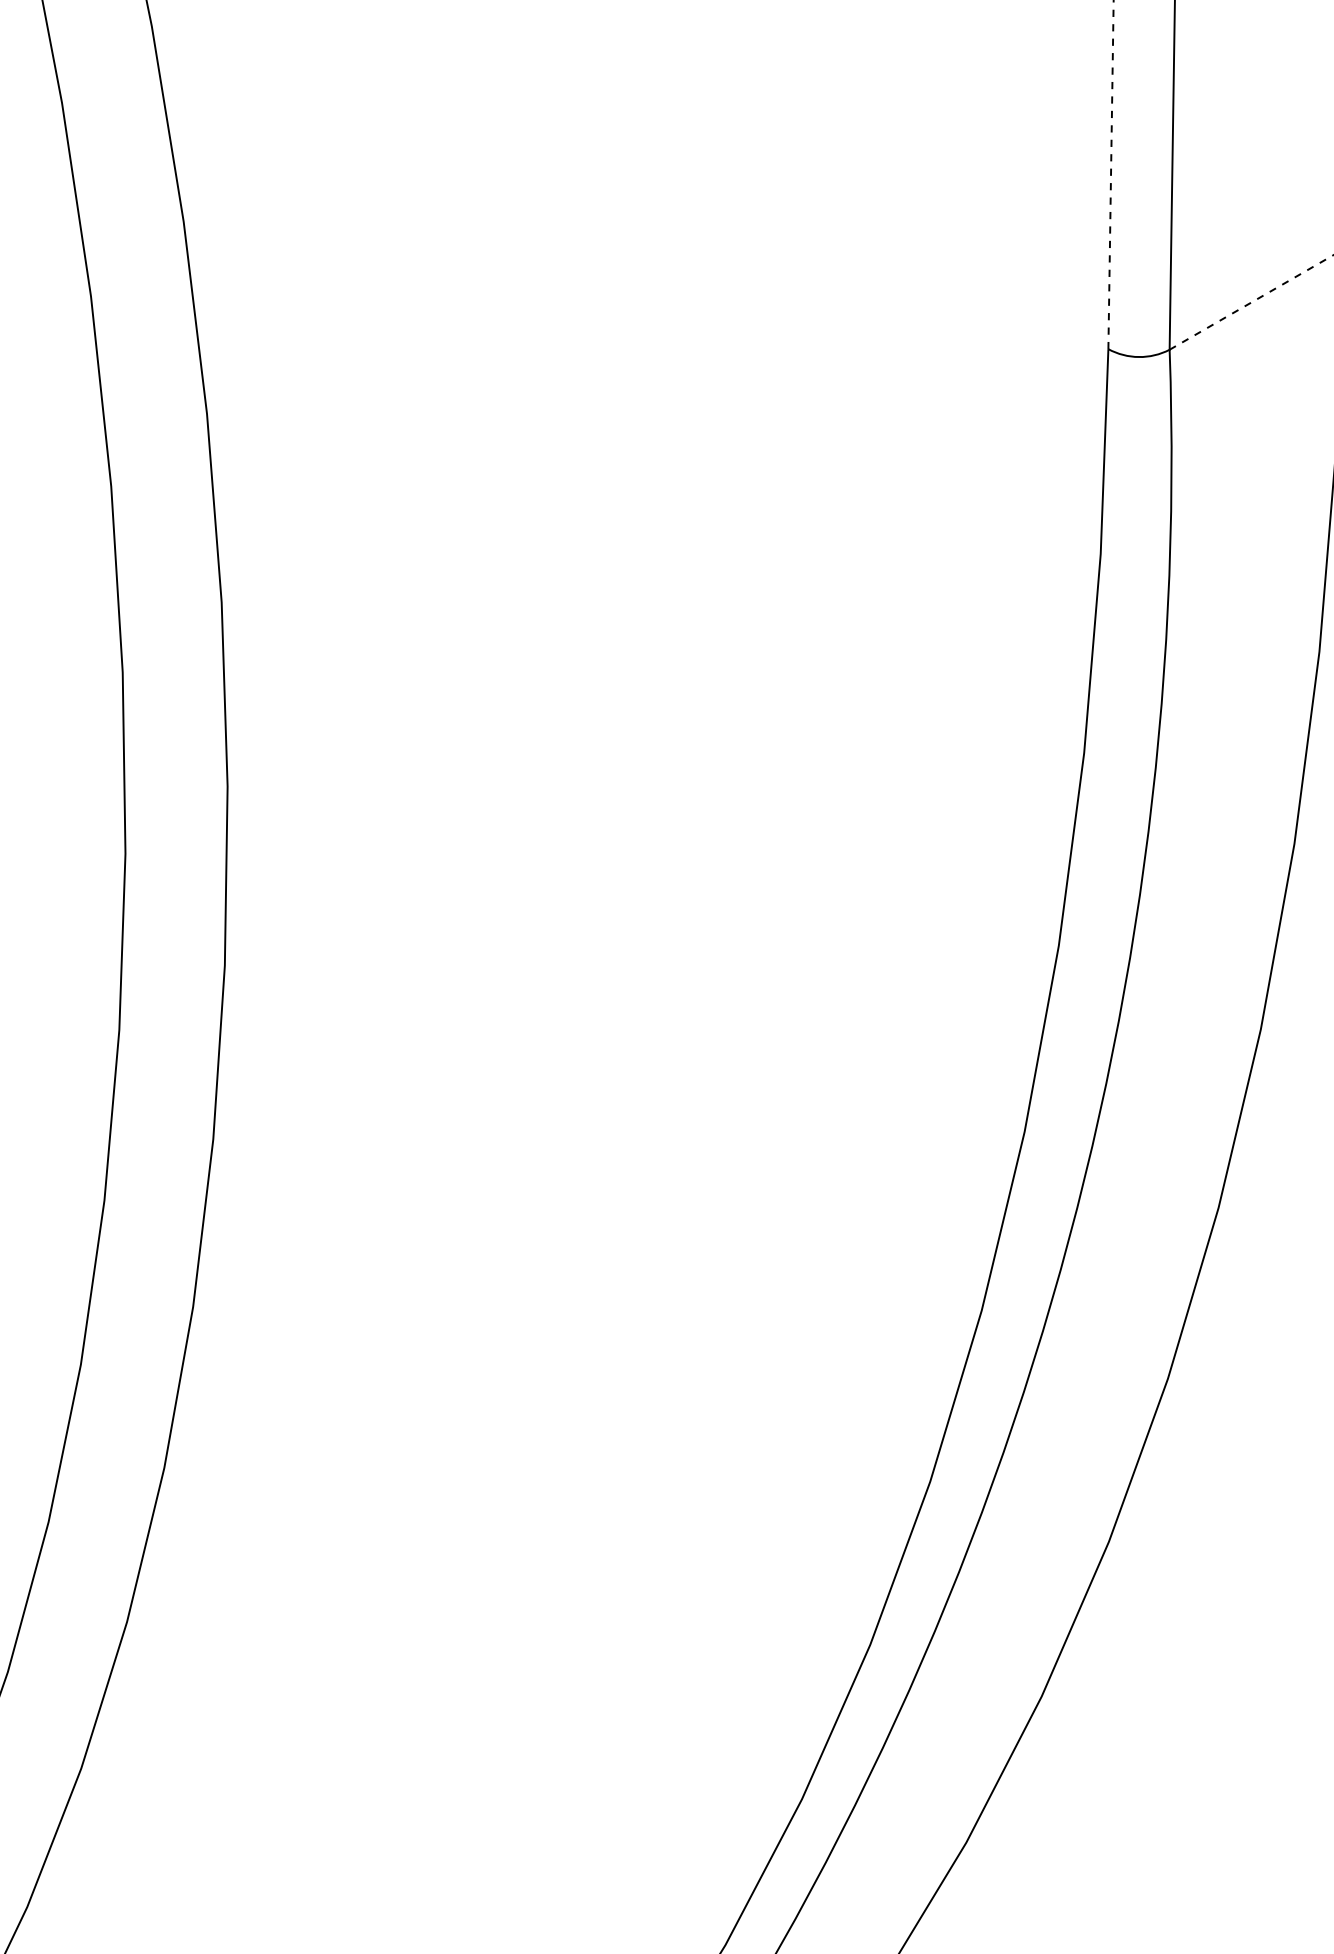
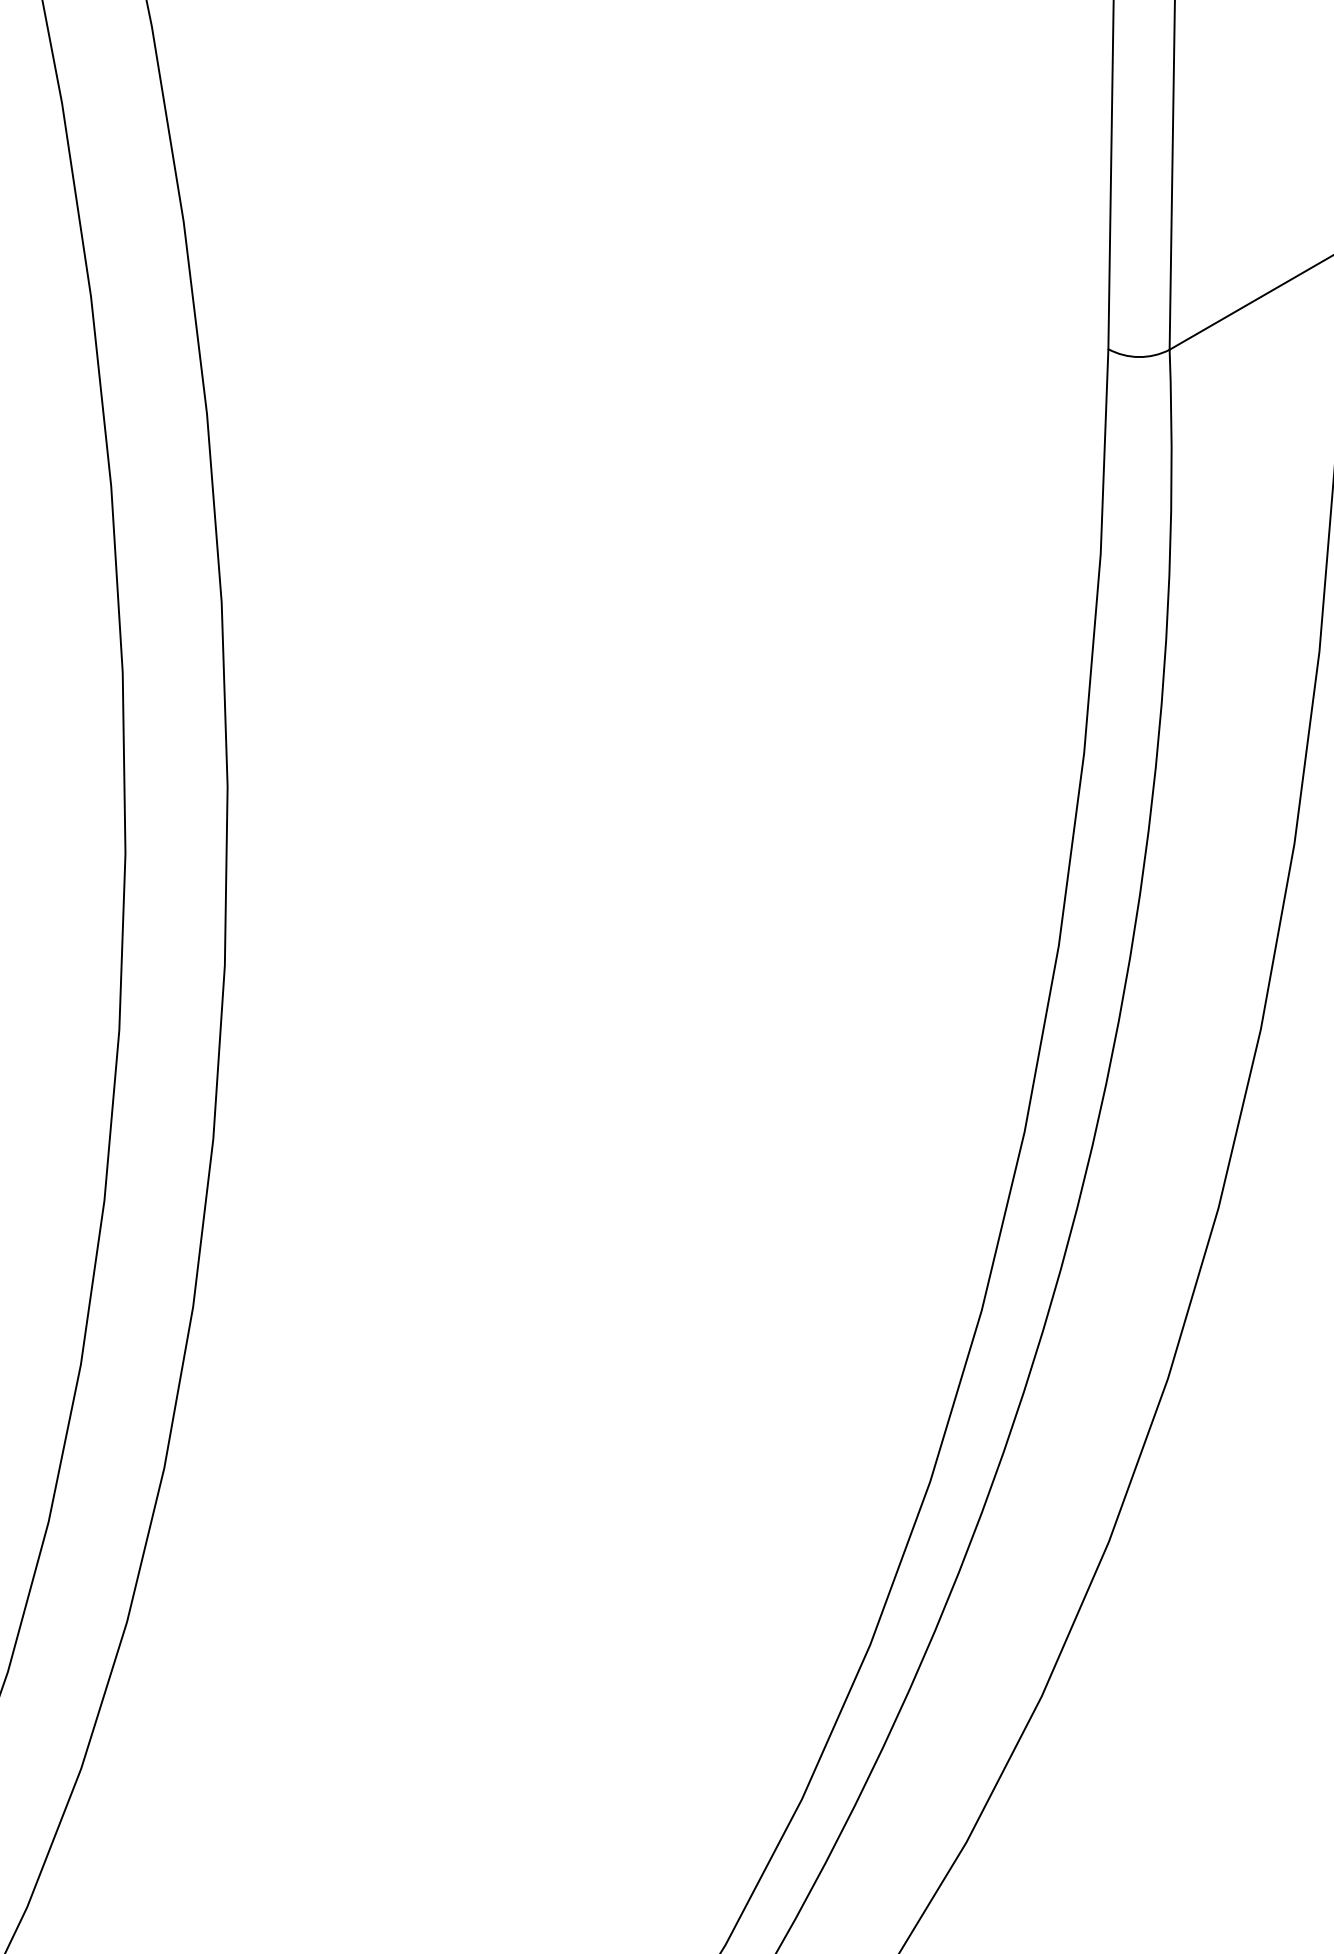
line at (1111, 174): dashed -> solid
line at (1251, 302): dashed -> solid
